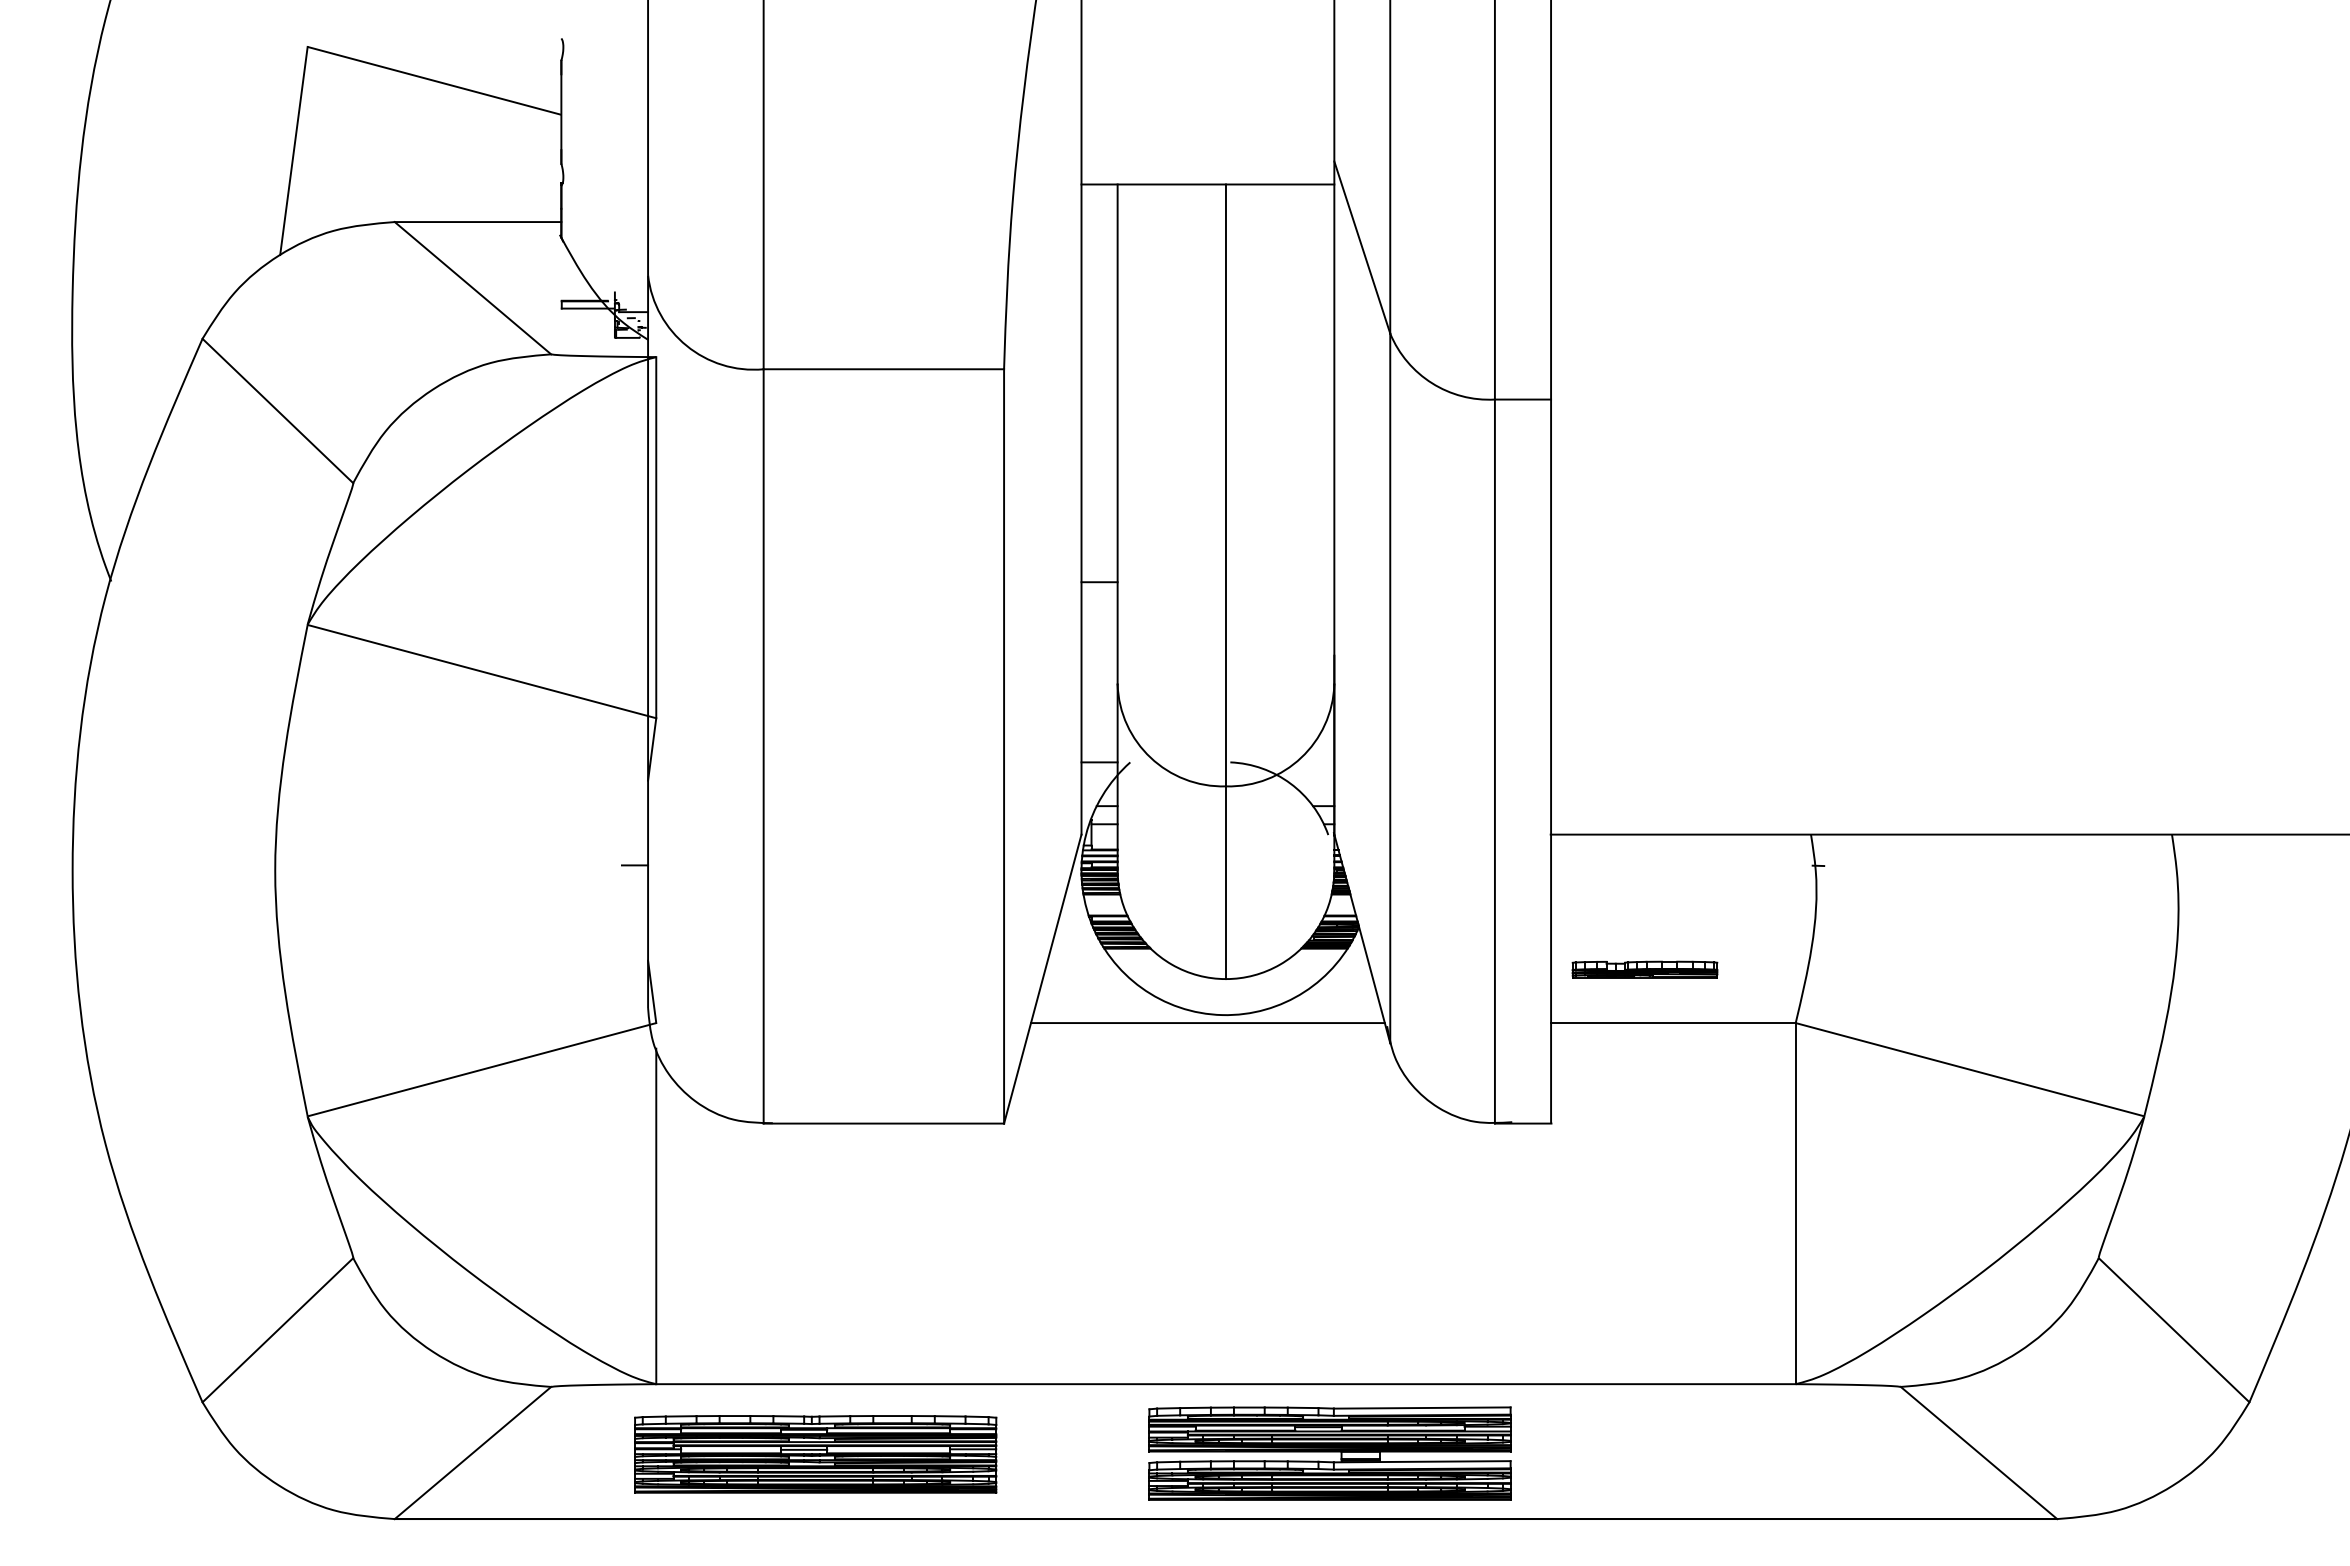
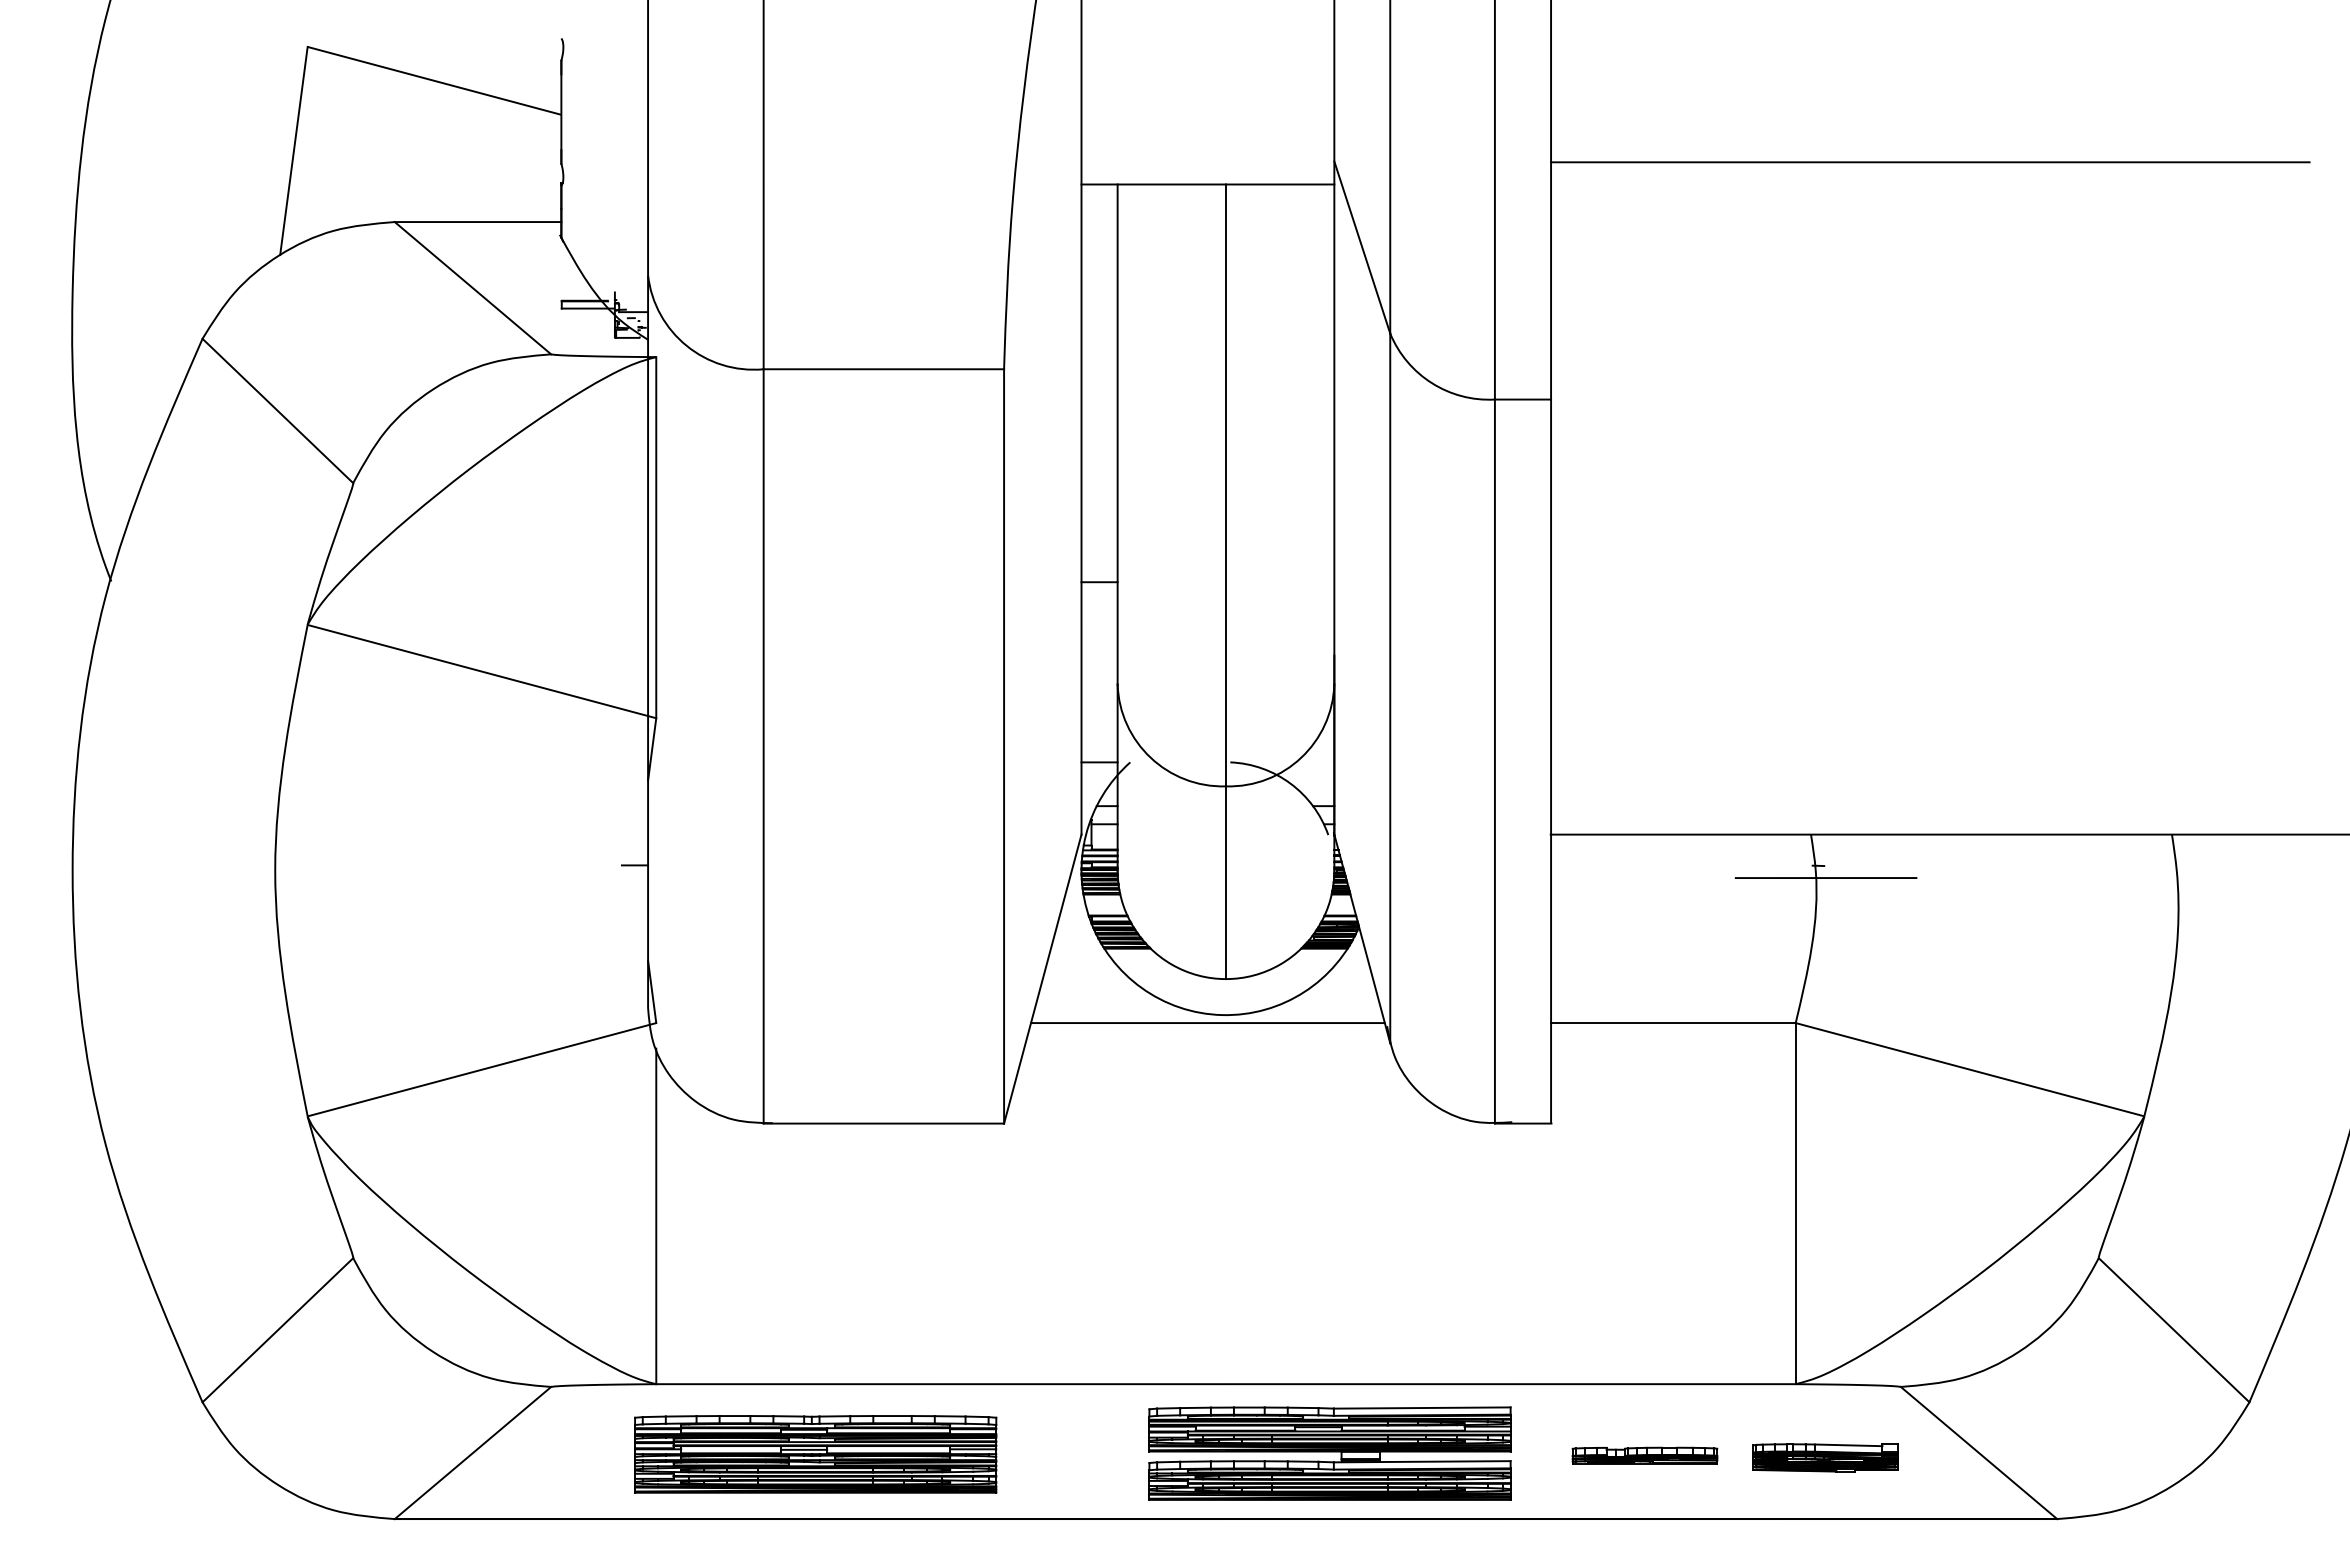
line at (1930, 162): none -> present
line at (1825, 878): none -> present
part at (1644, 969) position: (1644, 969) -> (1644, 1455)
part at (1825, 1457): none -> present
